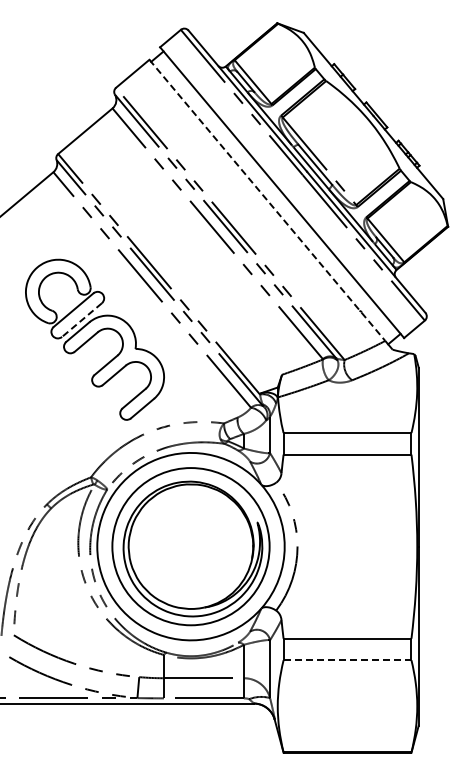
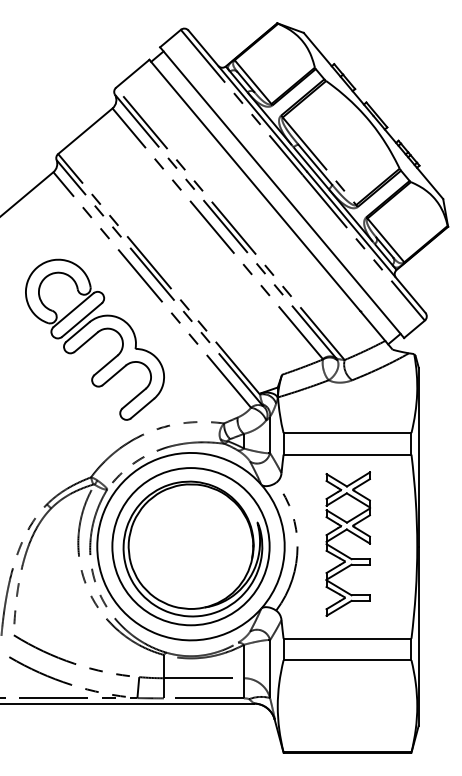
line at (267, 200): dashed -> solid
line at (81, 320): dashed -> solid
part at (352, 534): none -> present
line at (347, 660): dashed -> solid
